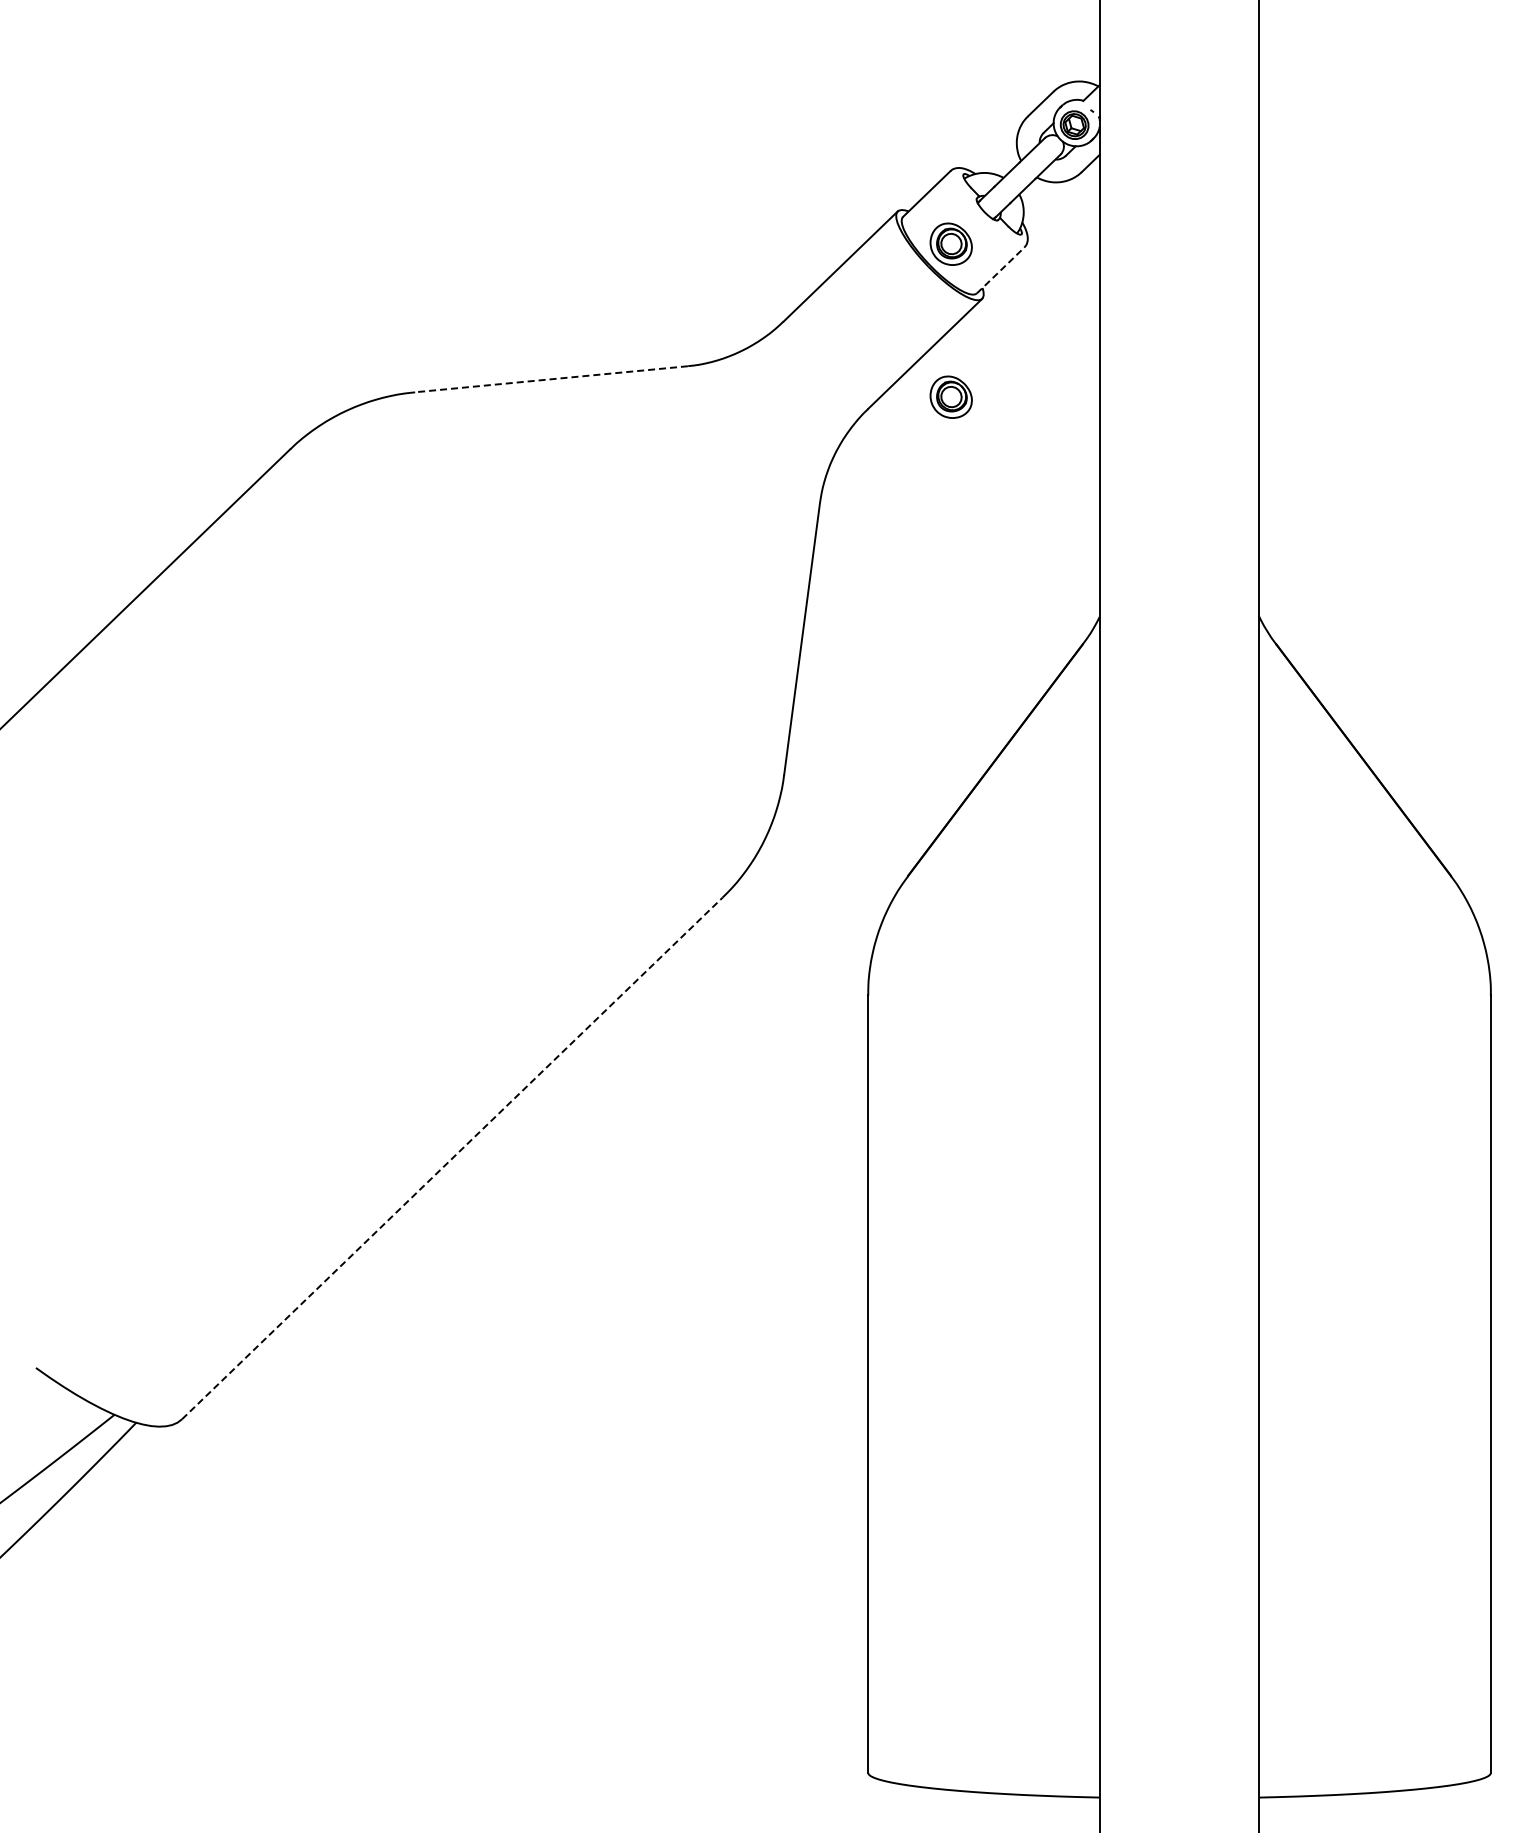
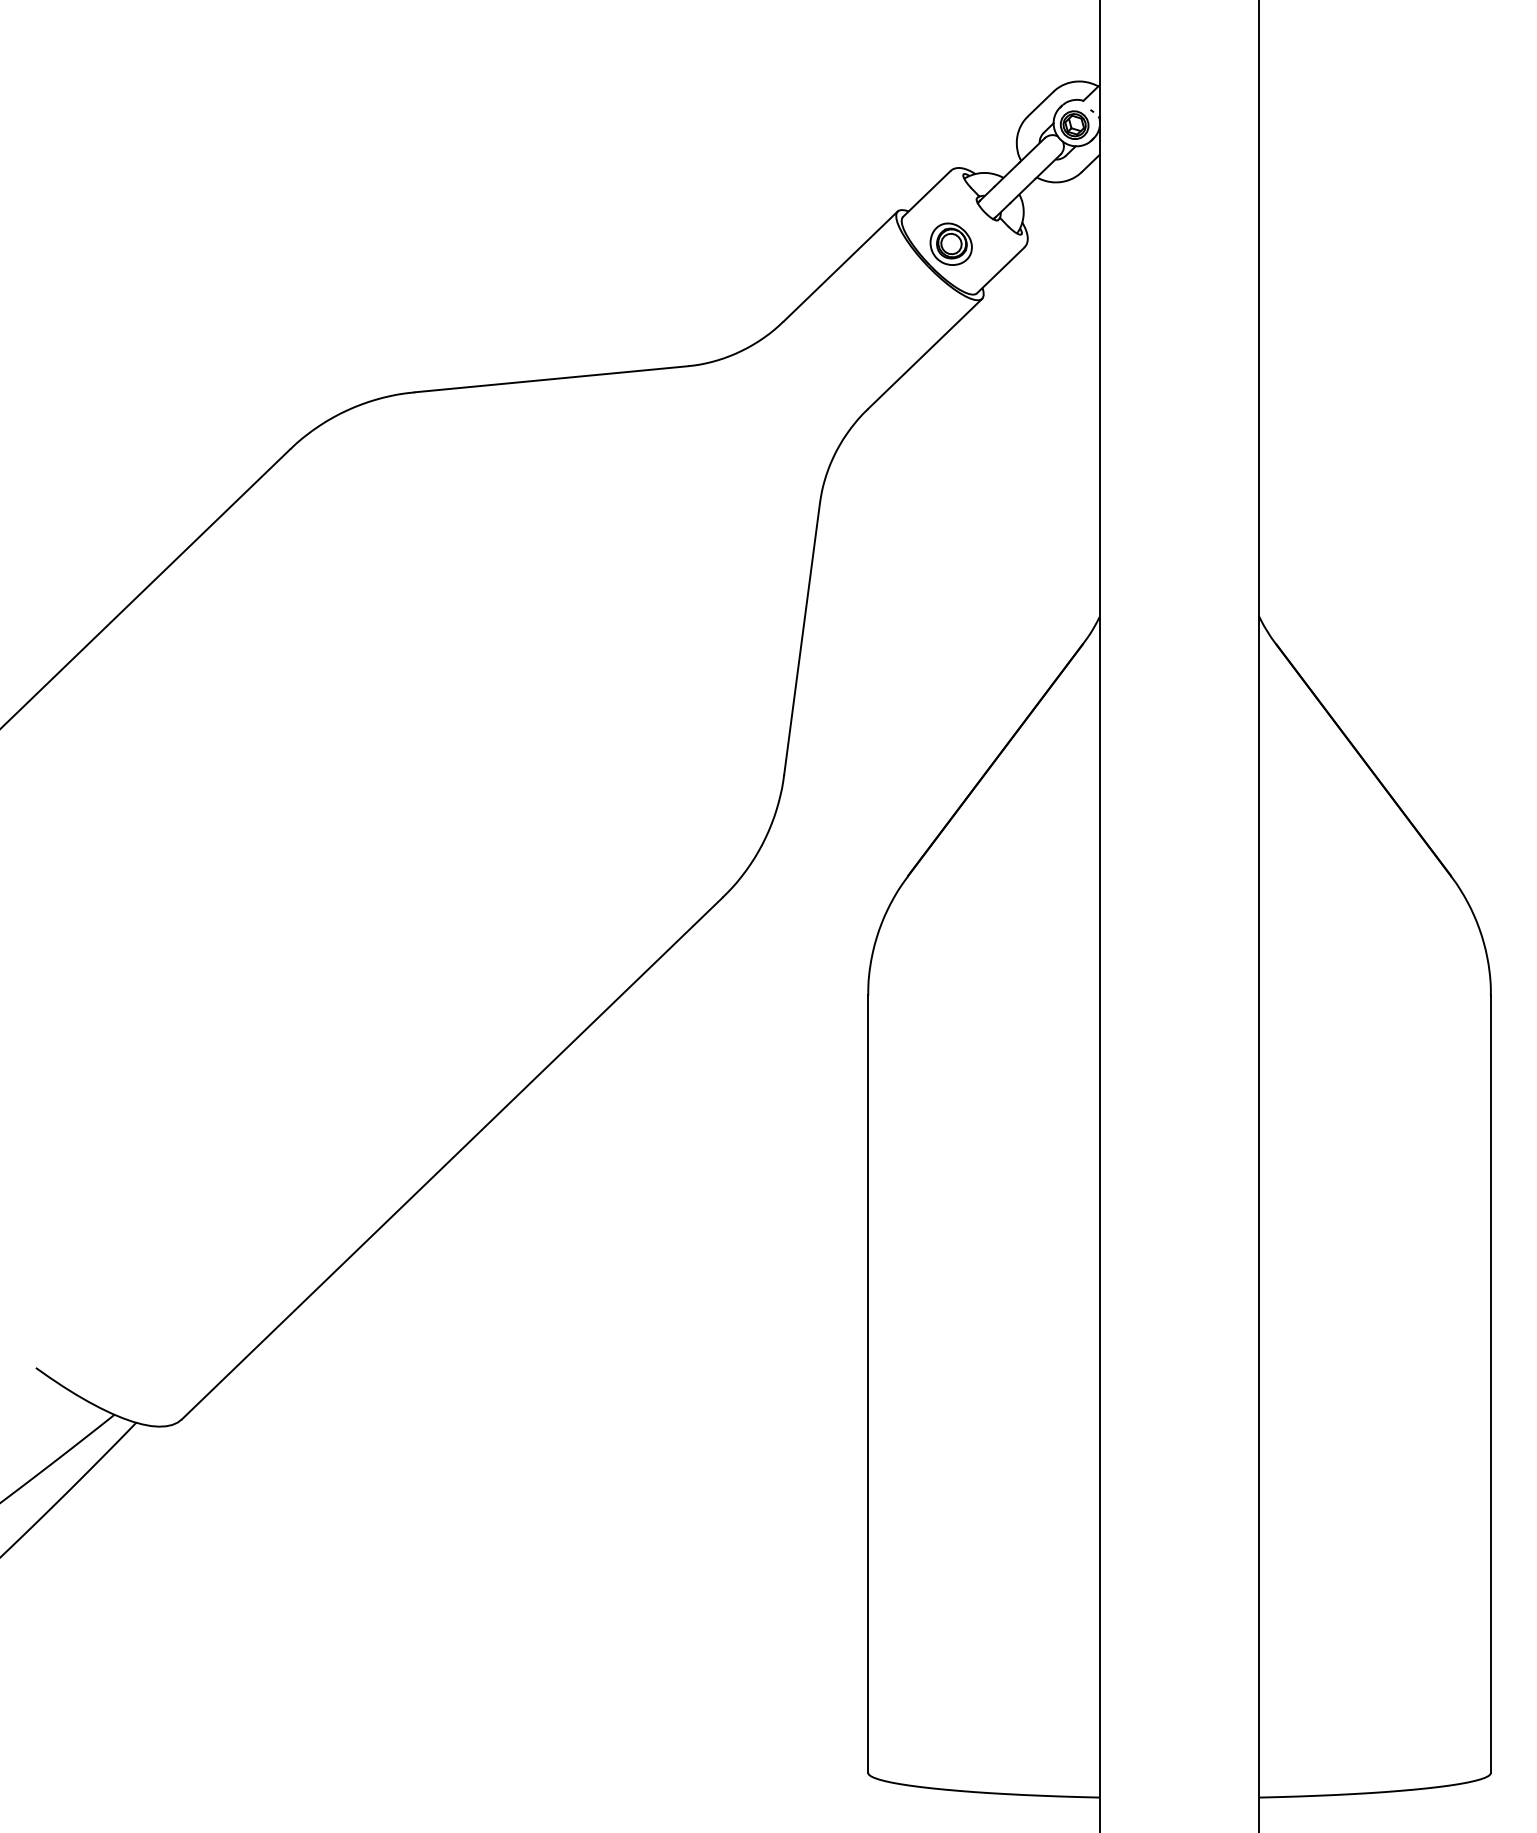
line at (1000, 270): dashed -> solid
line at (550, 379): dashed -> solid
part at (950, 396): present -> none
line at (452, 1158): dashed -> solid
